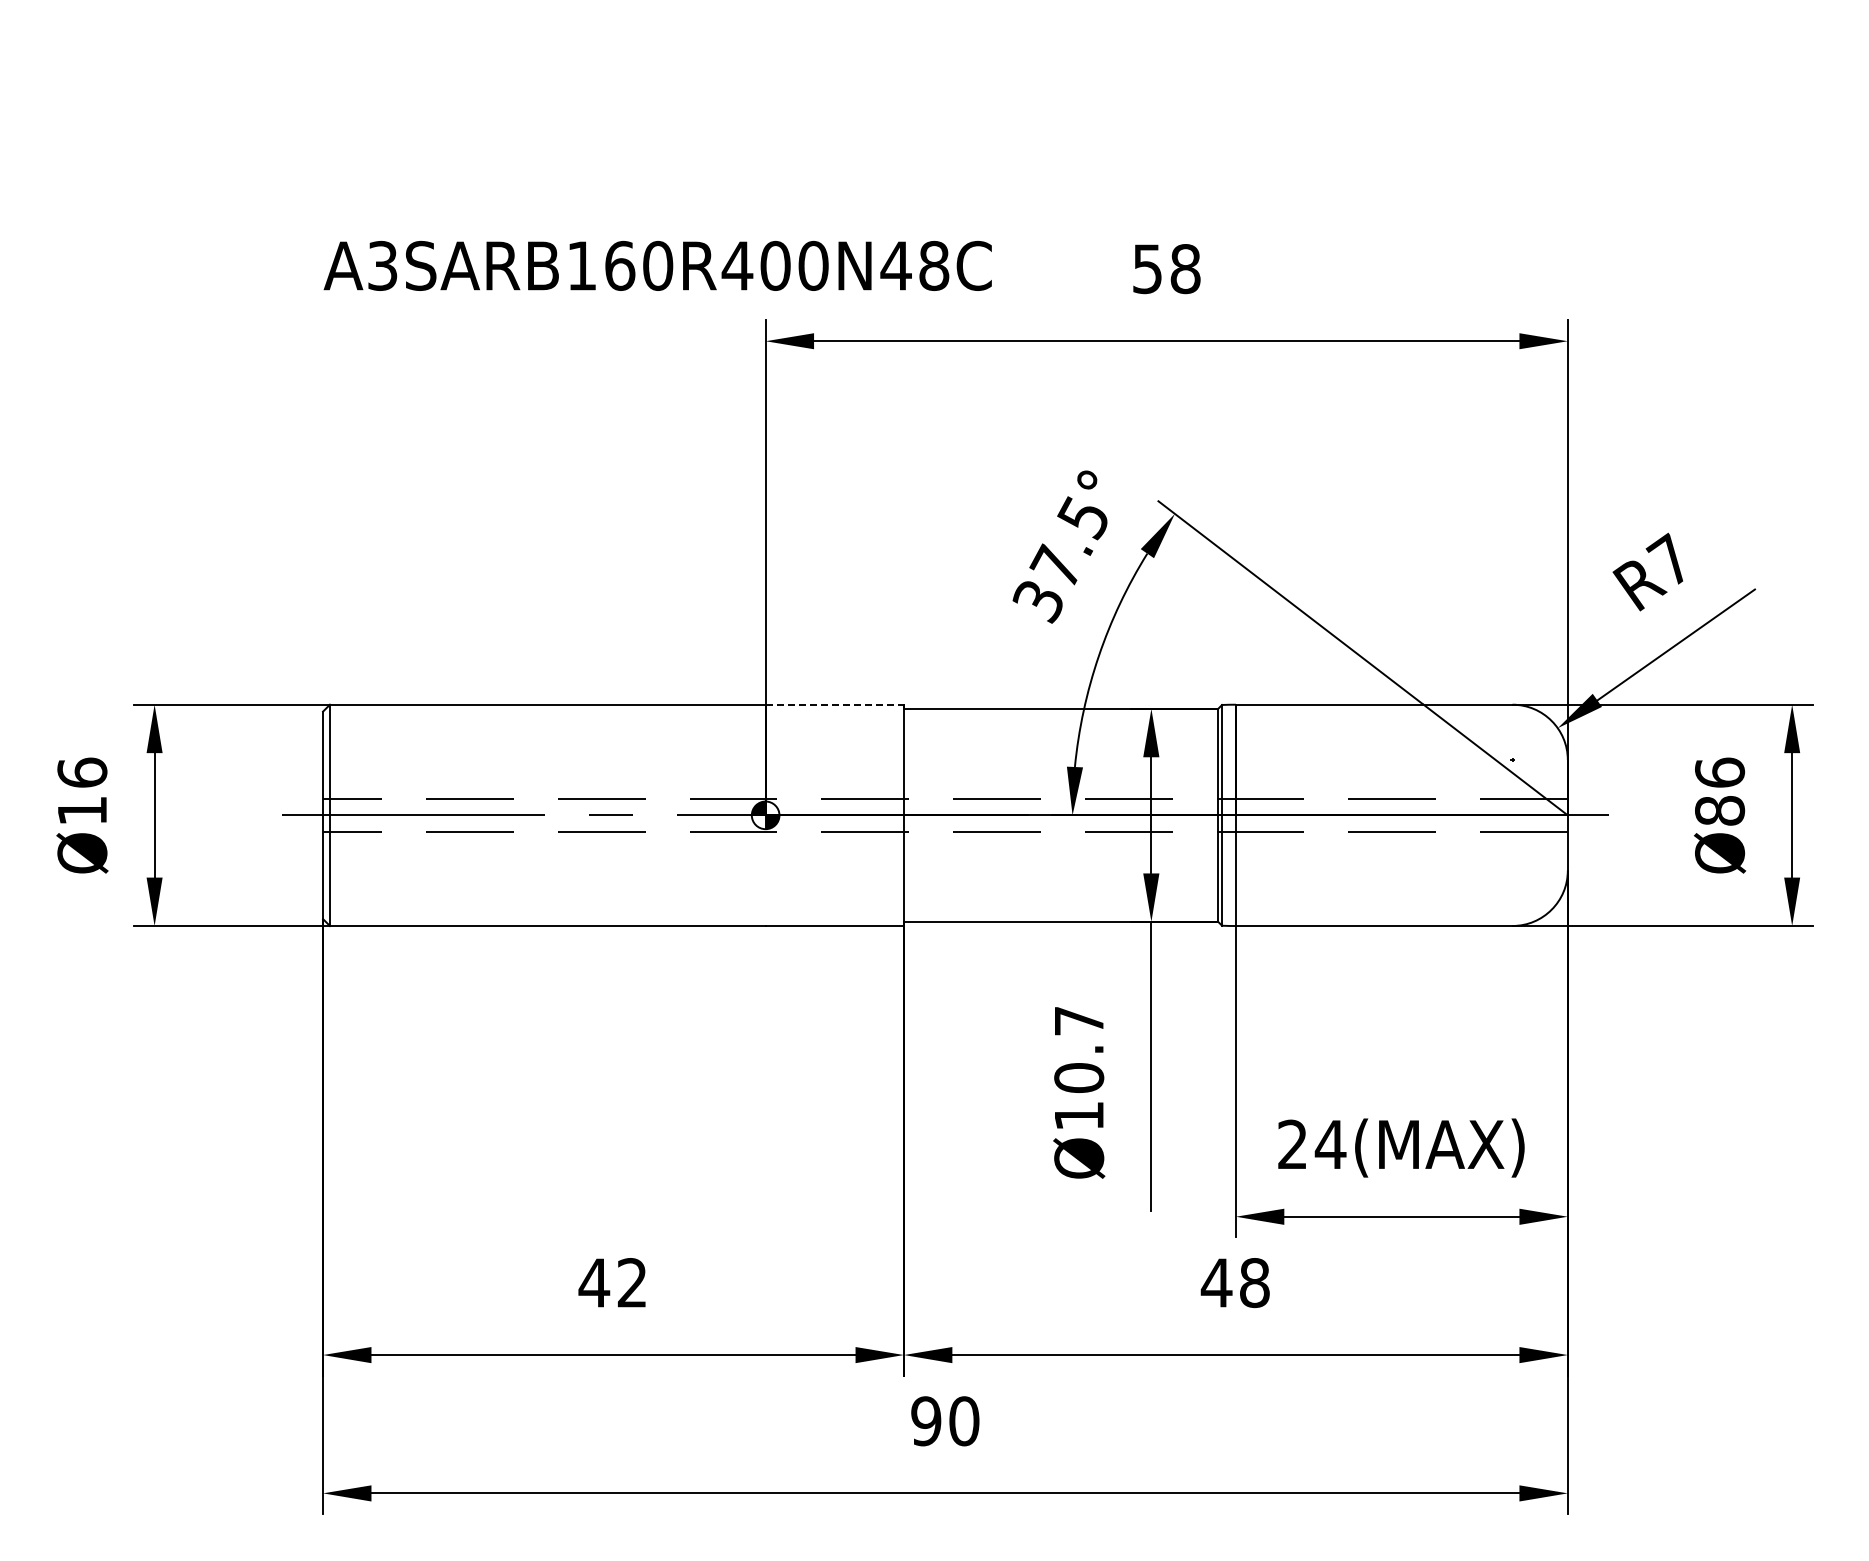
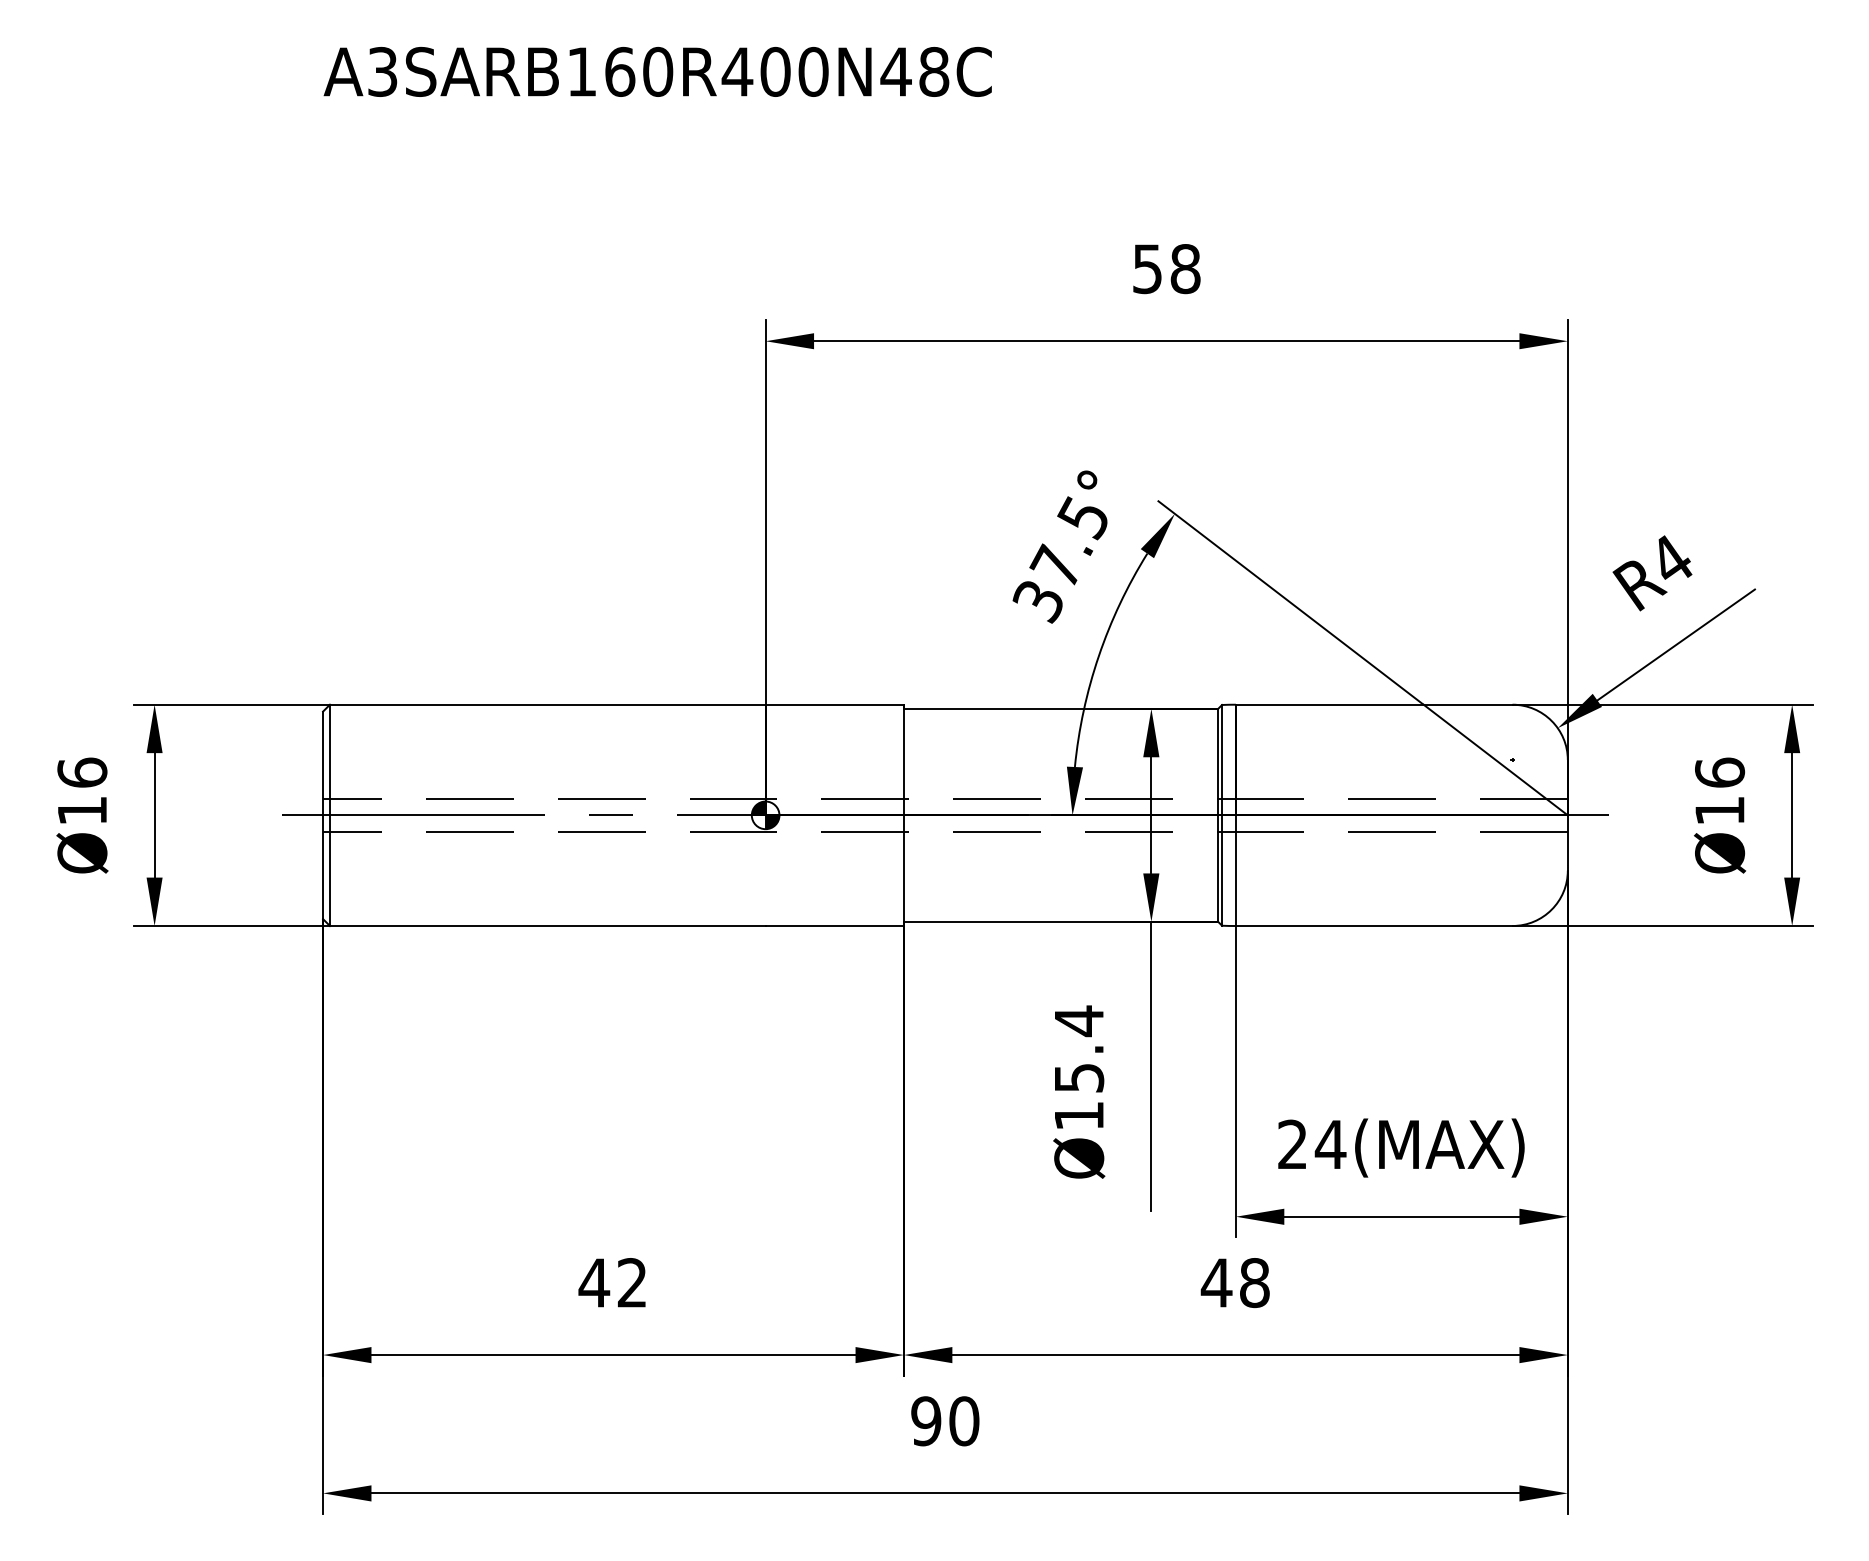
text at (657, 265) position: (657, 265) -> (657, 71)
text at (1668, 558): R7 -> R4
line at (835, 704): dashed -> solid
text at (1720, 810): Ø86 -> Ø16
text at (1079, 1048): Ø10.7 -> Ø15.4
